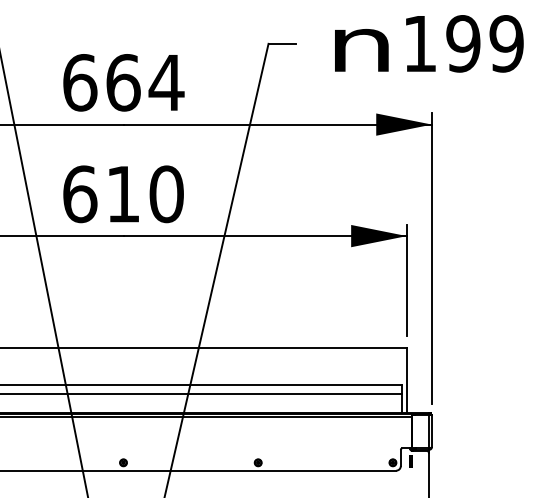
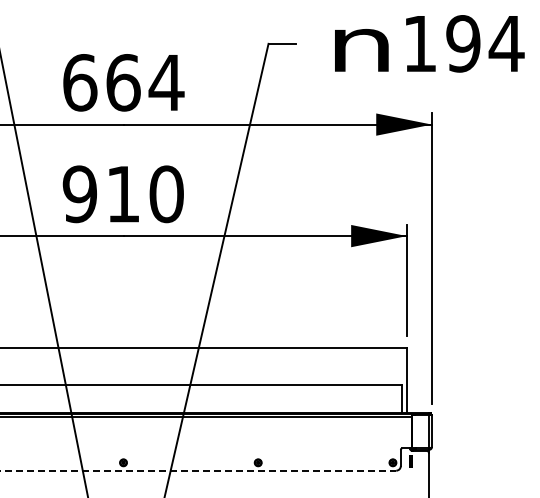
text at (506, 43): 199 -> 194
text at (79, 194): 610 -> 910
line at (202, 394): present -> none
line at (198, 470): solid -> dashed
